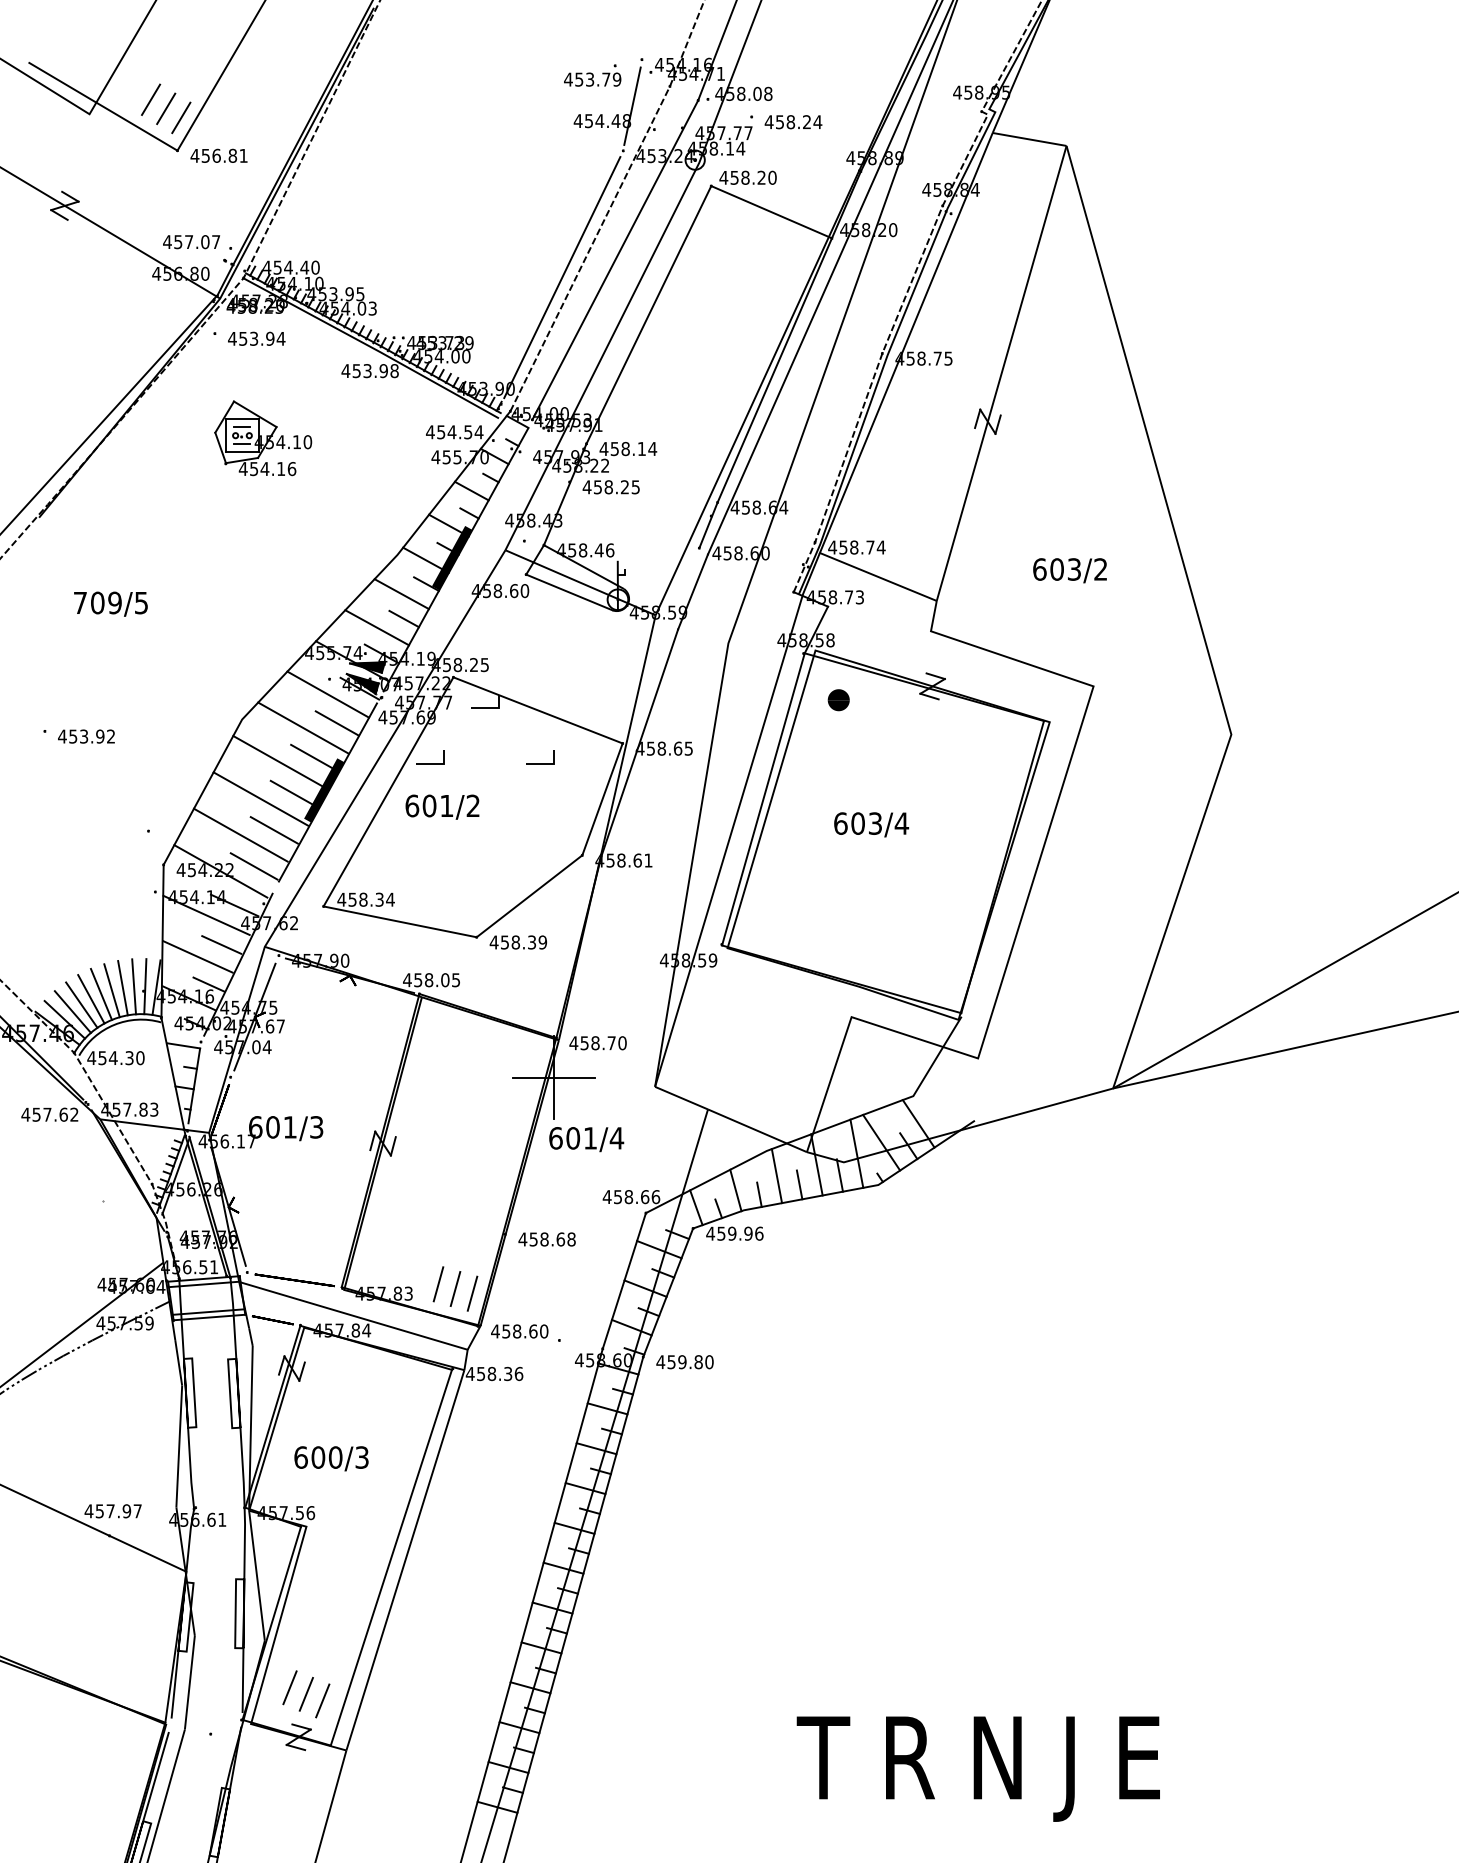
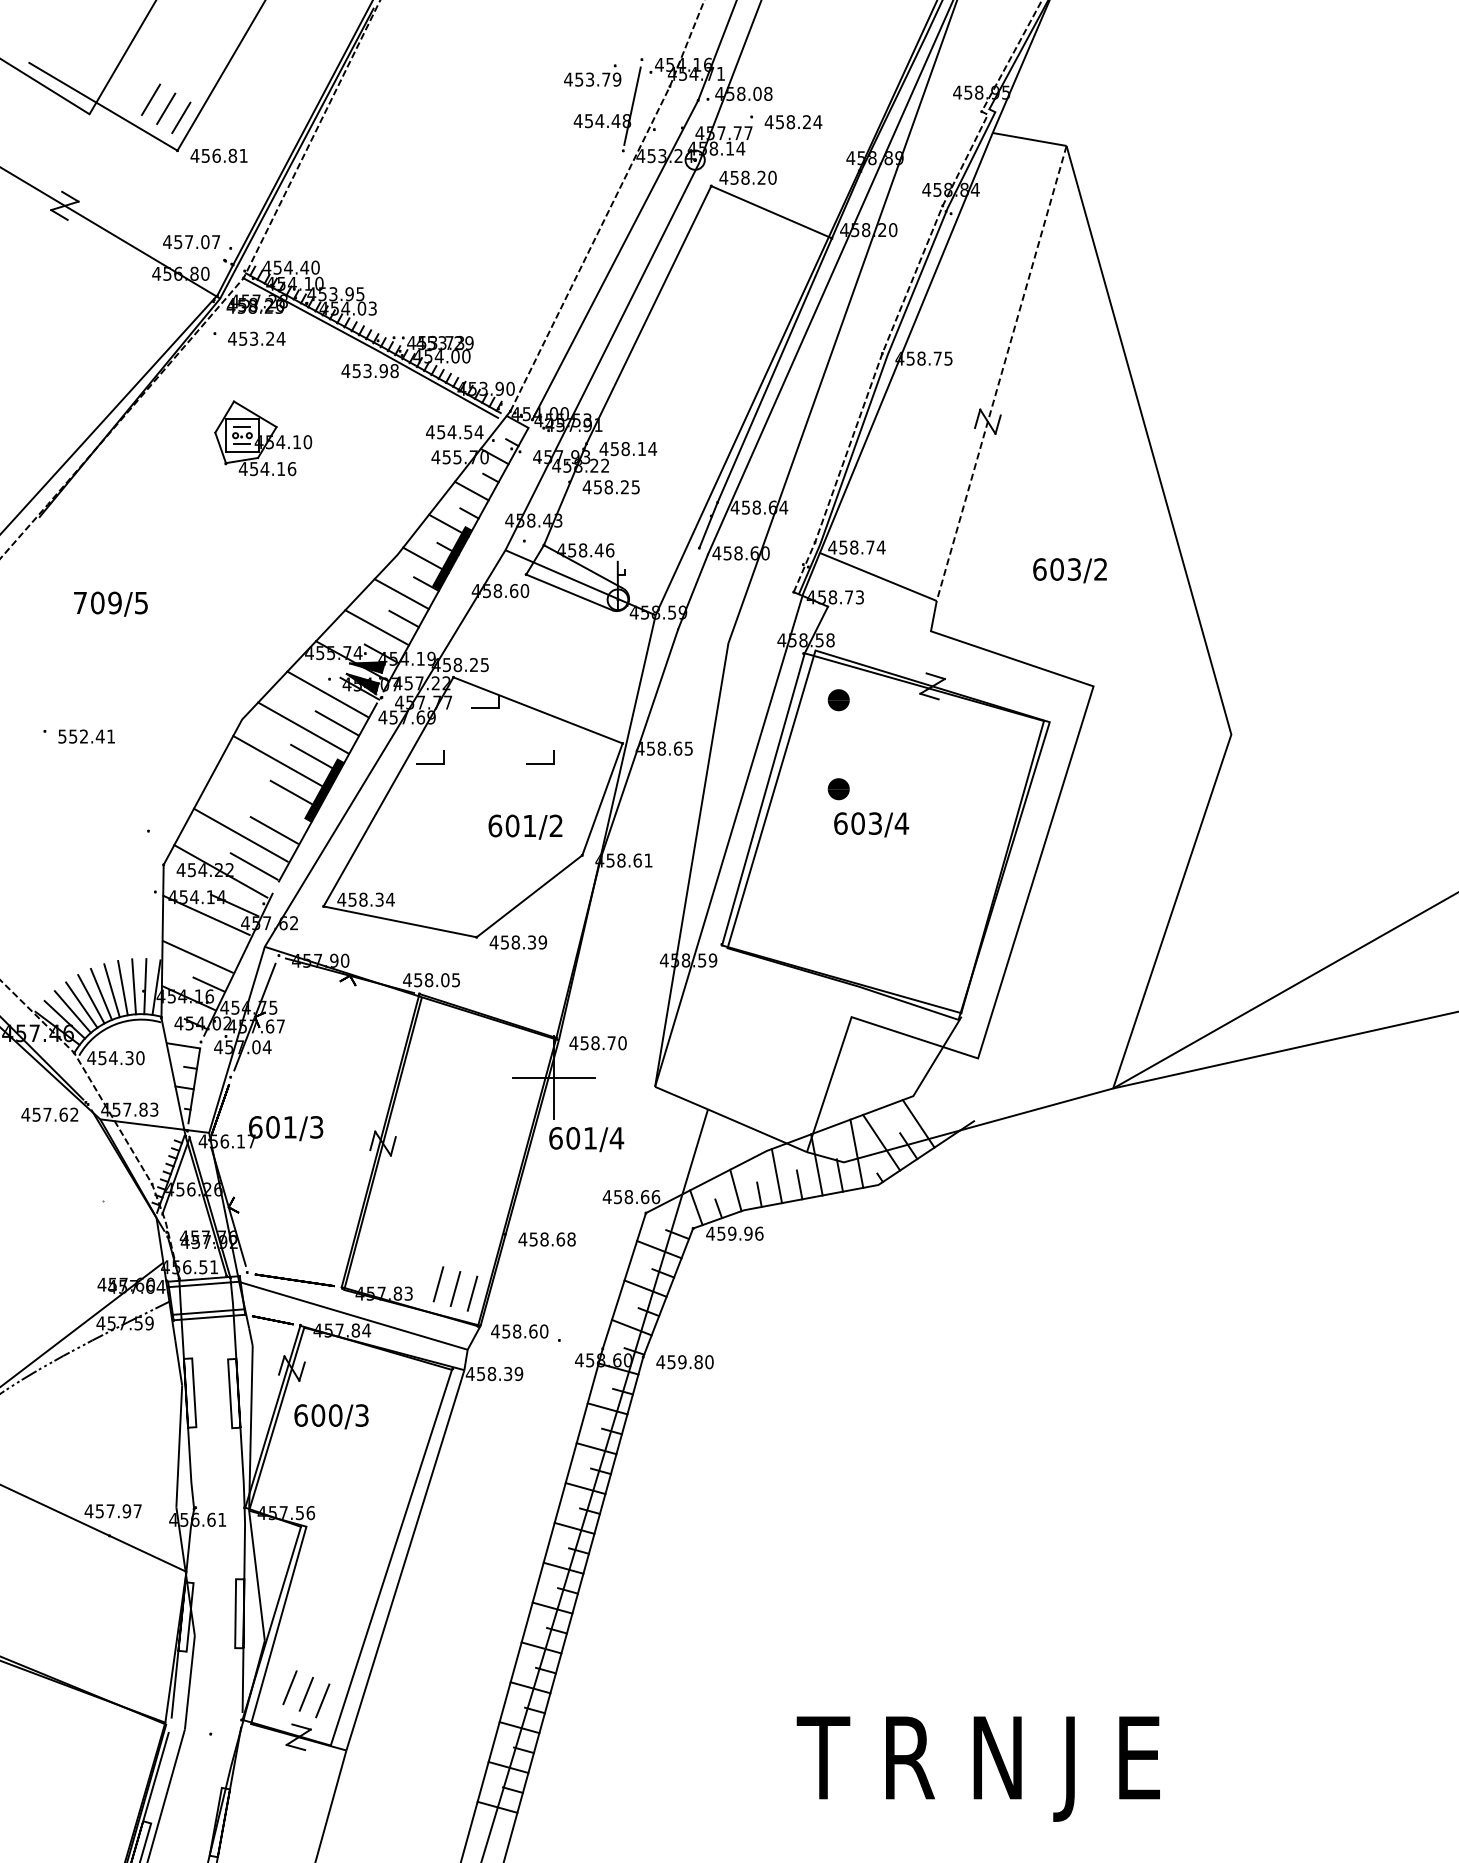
line at (562, 277): present -> none
text at (270, 338): 453.94 -> 453.24
line at (1001, 373): solid -> dashed
text at (86, 736): 453.92 -> 552.41
part at (838, 789): none -> present
line at (260, 798): present -> none
text at (442, 806) position: (442, 806) -> (525, 826)
line at (221, 944): present -> none
text at (518, 1373): 458.36 -> 458.39
text at (331, 1458) position: (331, 1458) -> (331, 1416)
